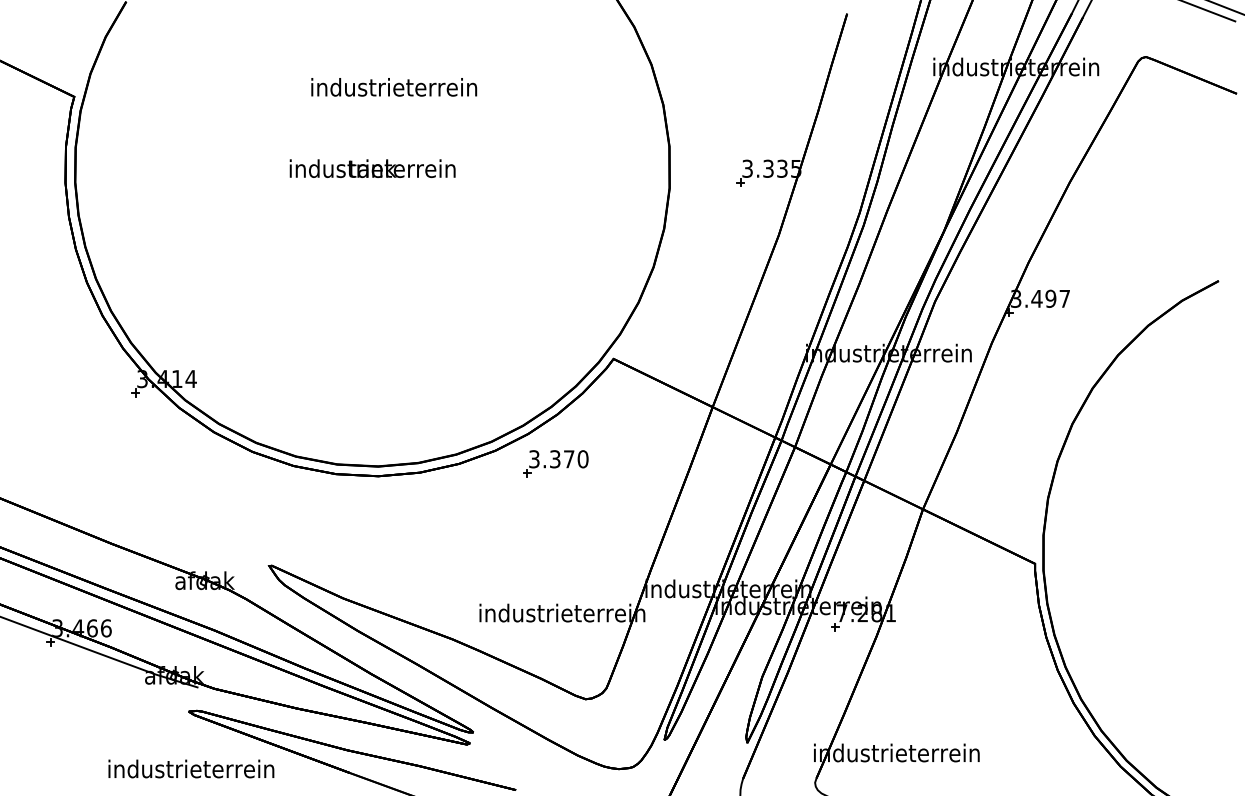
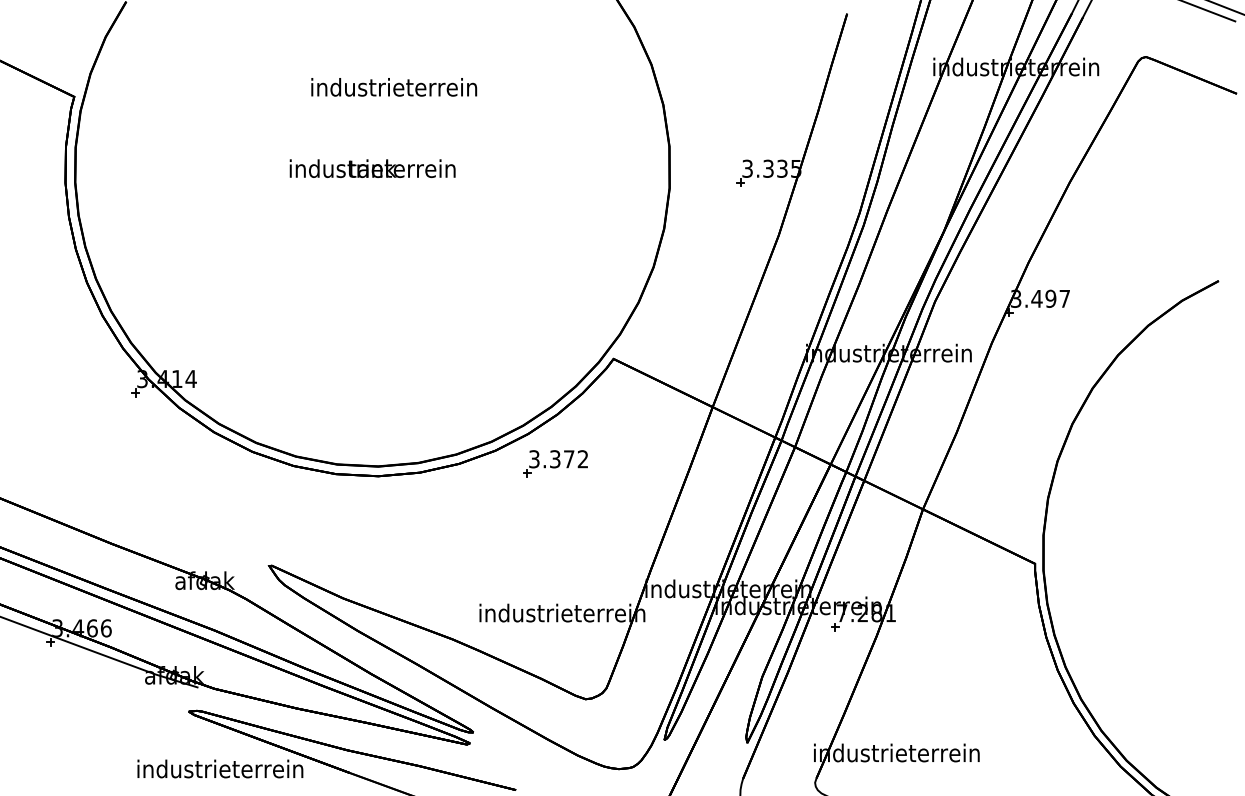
text at (582, 459): 3.370 -> 3.372
text at (191, 768) position: (191, 768) -> (220, 768)
